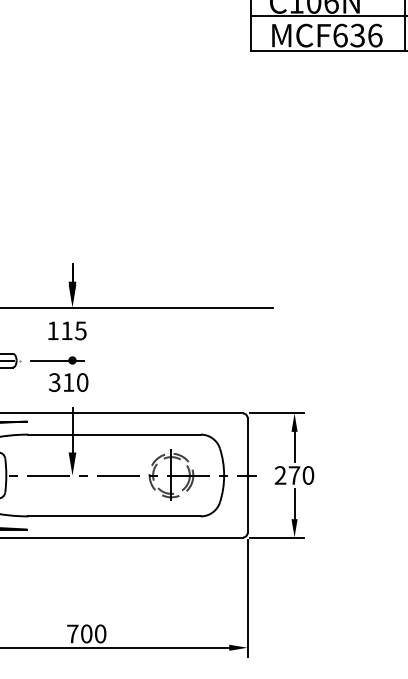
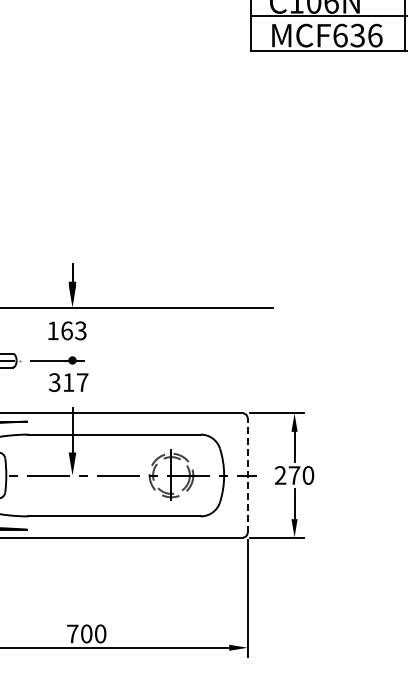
text at (73, 330): 115 -> 163
text at (82, 382): 310 -> 317
line at (247, 475): solid -> dashed
